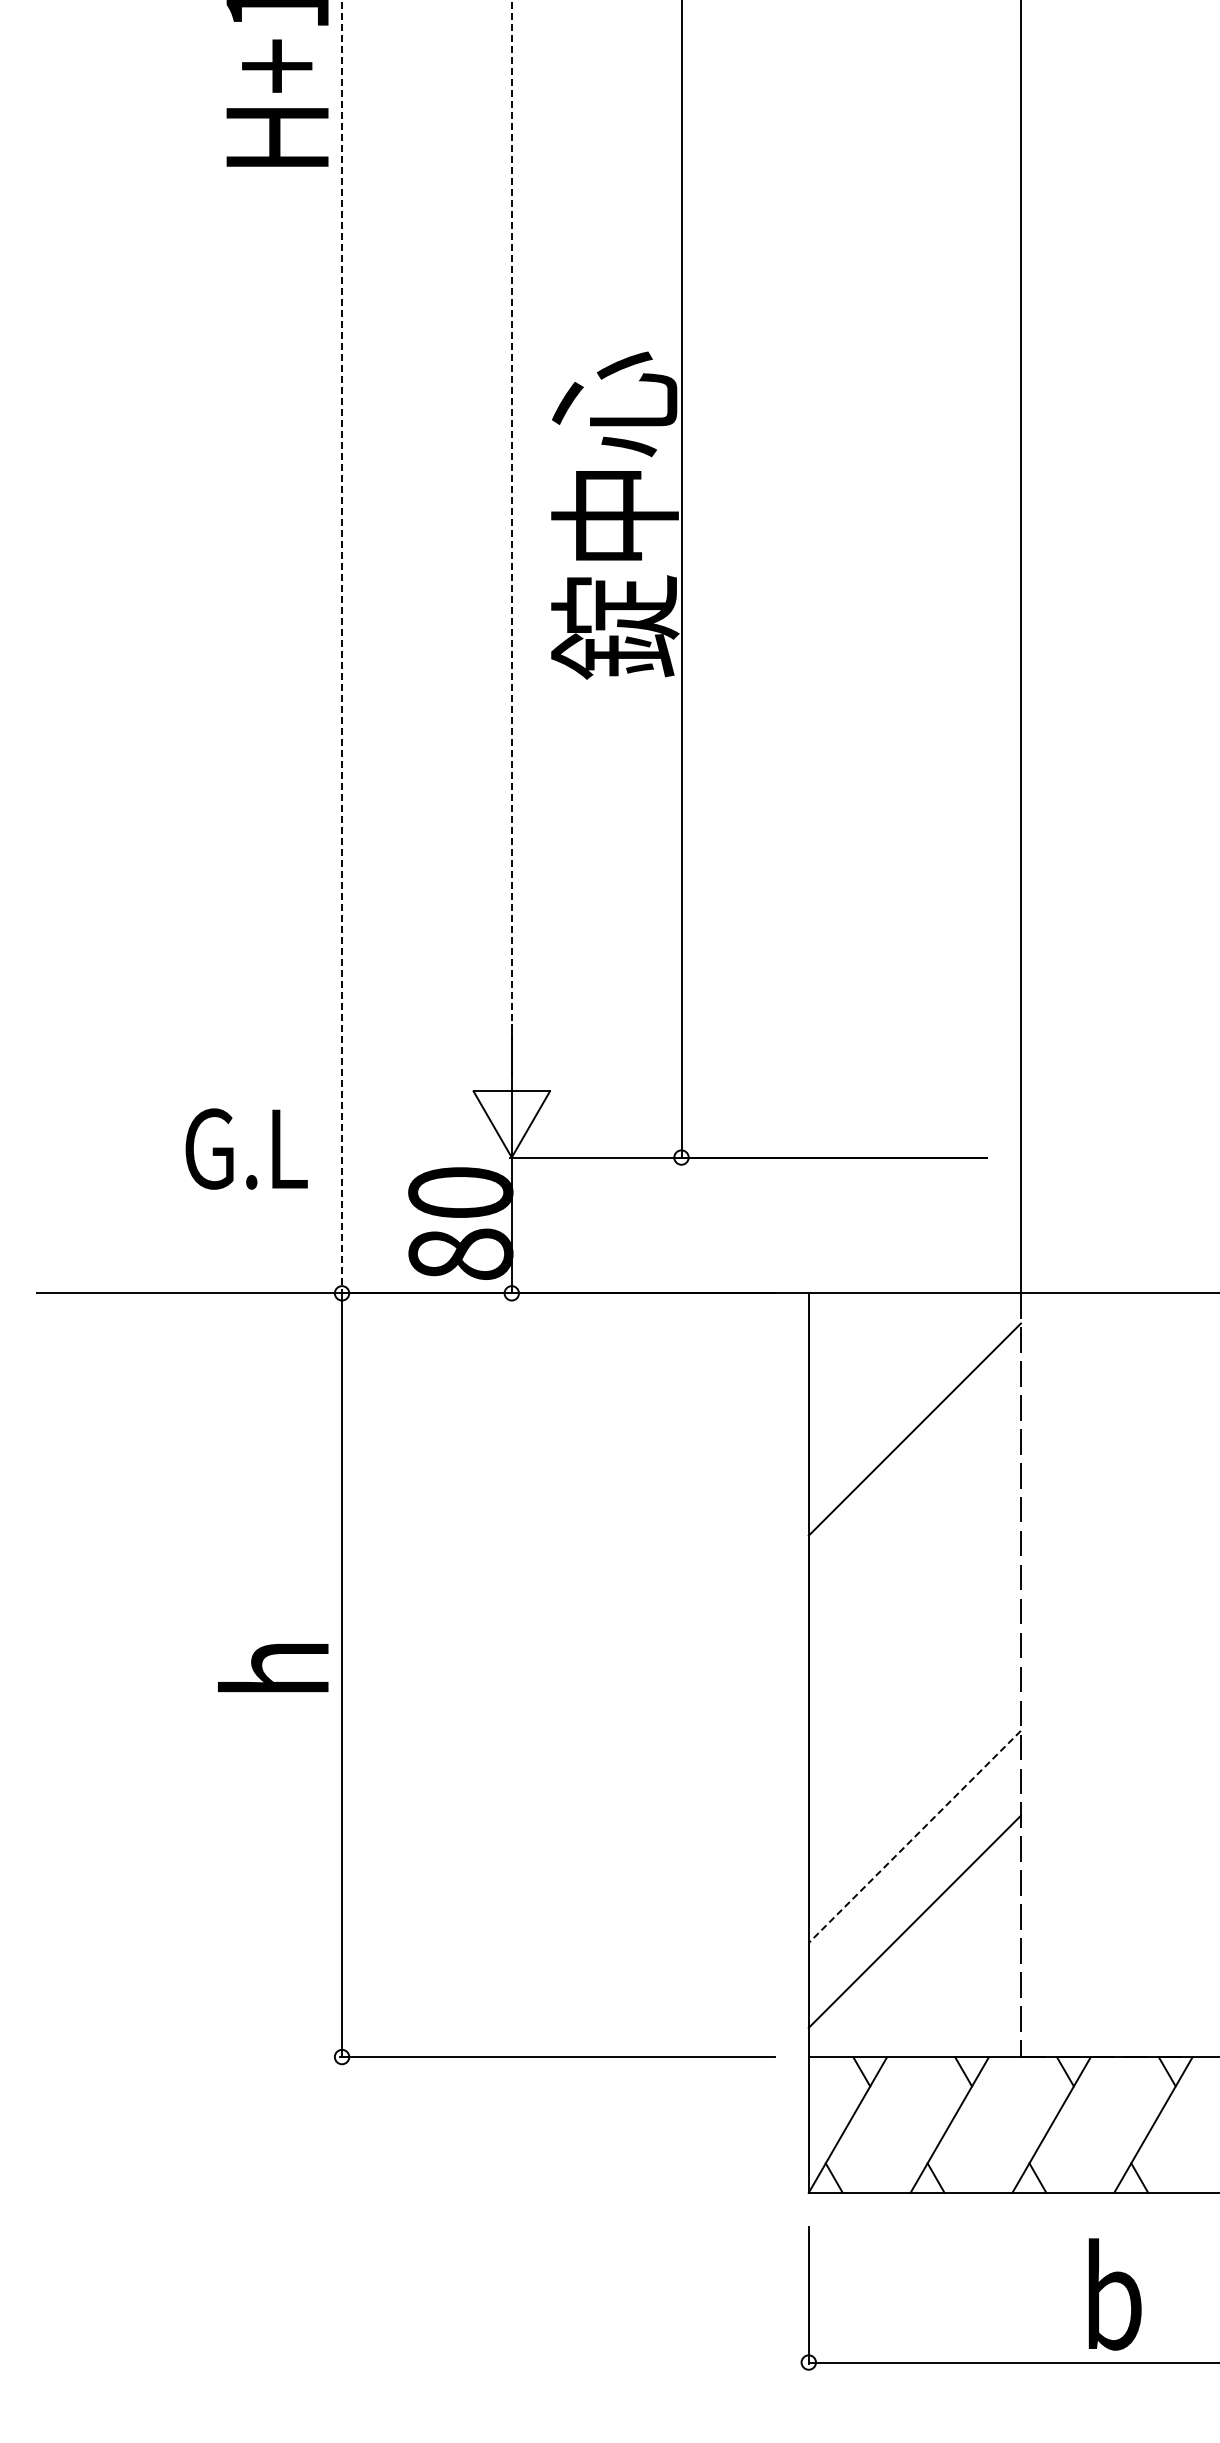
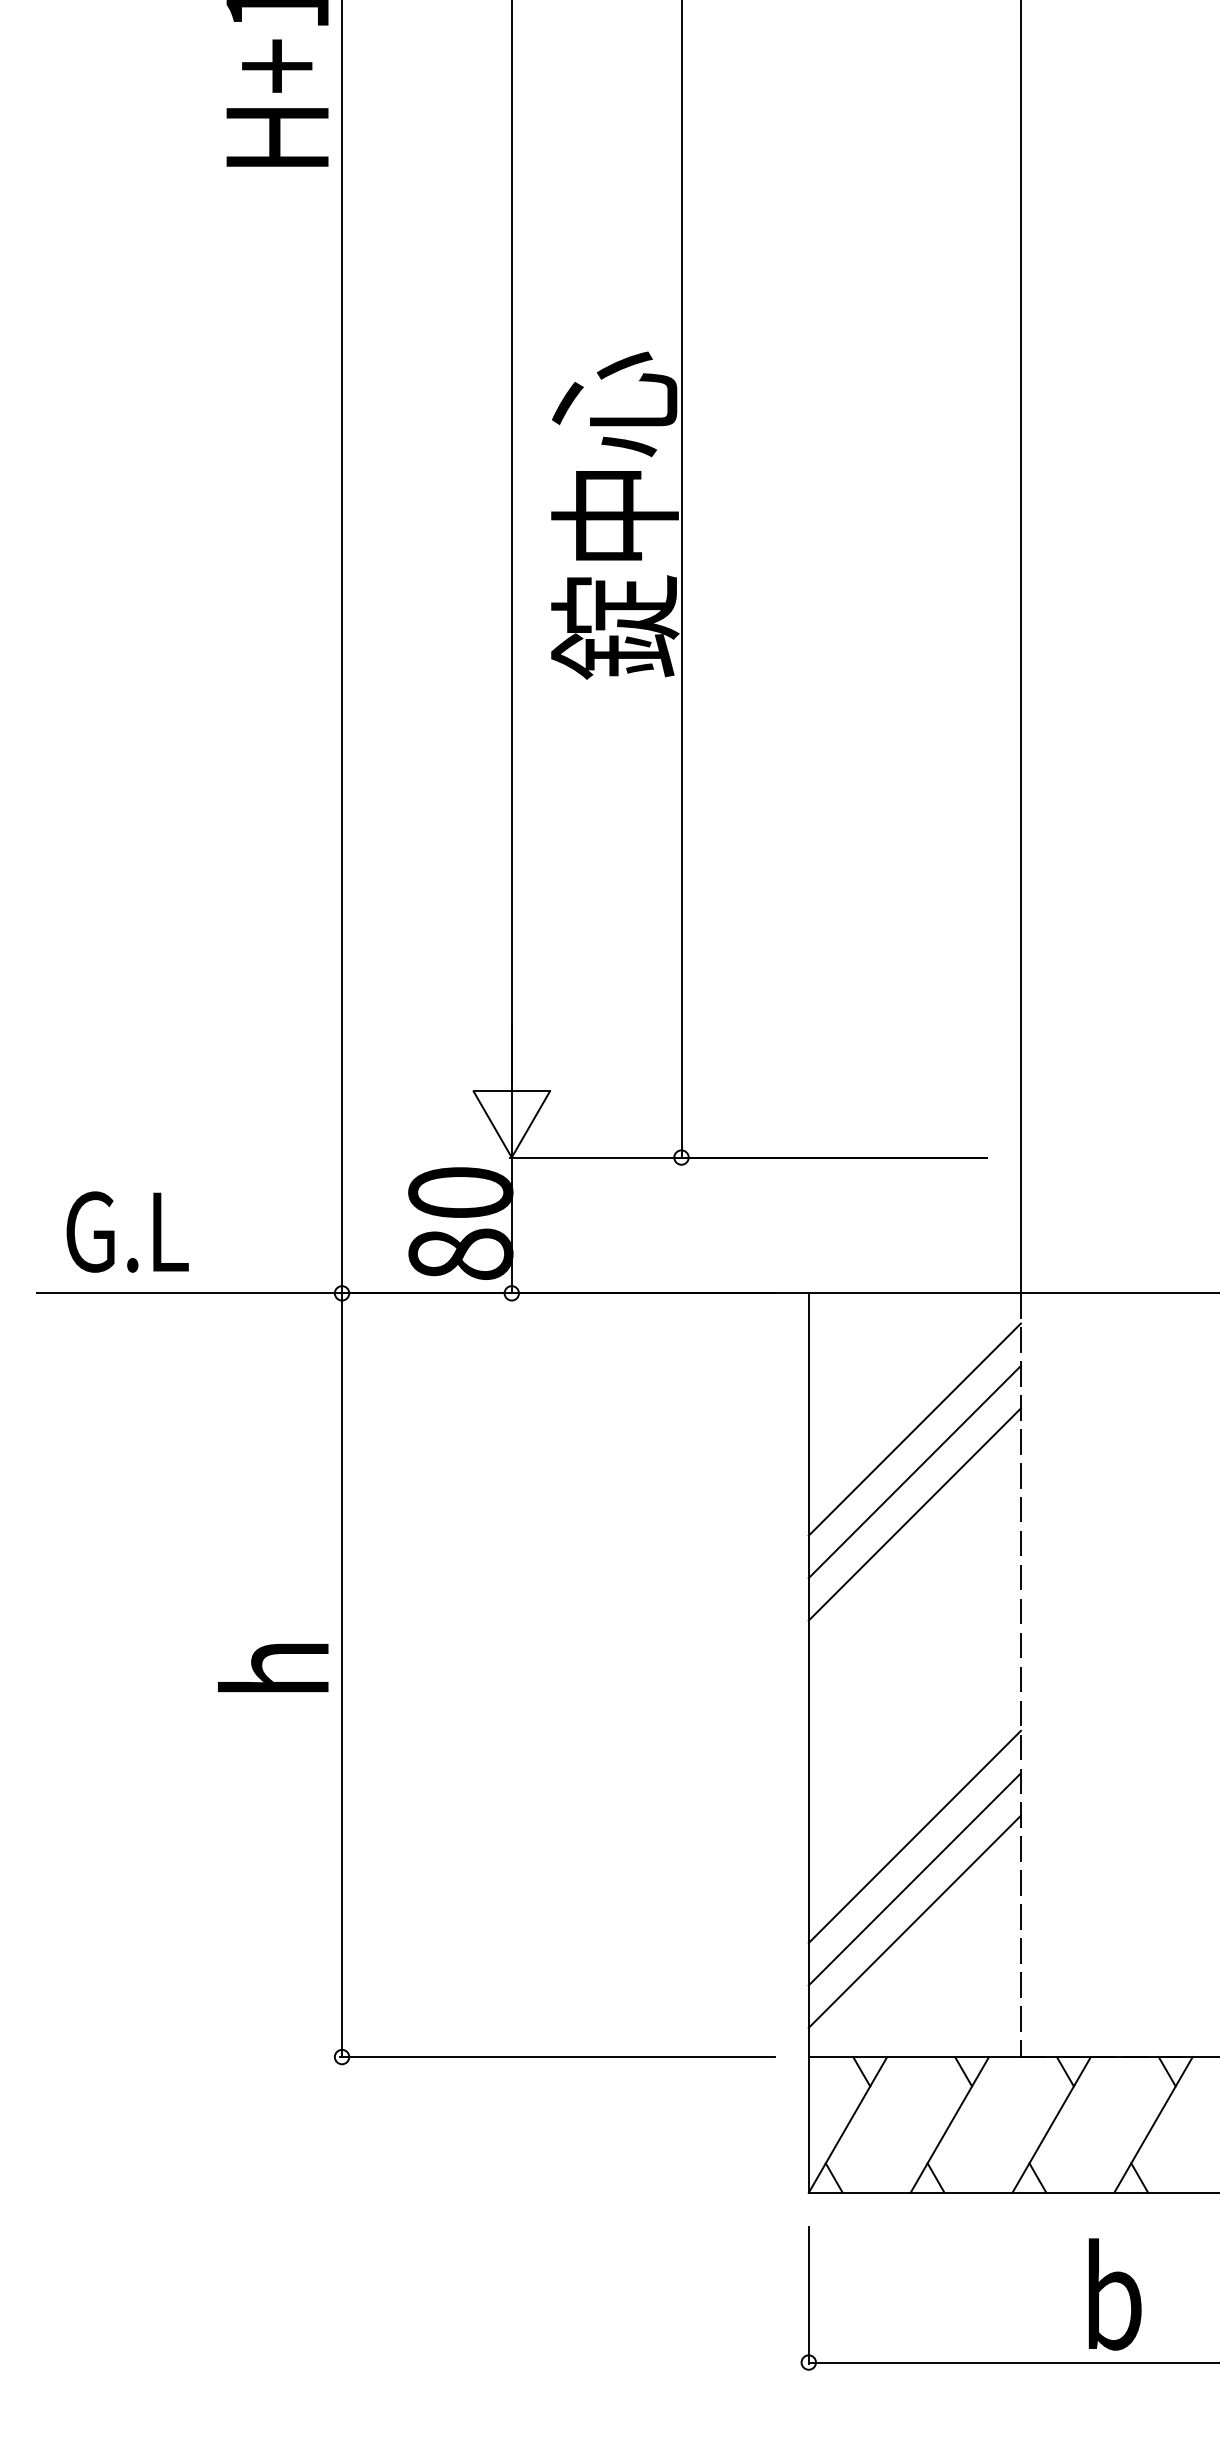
line at (511, 541): dashed -> solid
line at (342, 647): dashed -> solid
text at (246, 1148) position: (246, 1148) -> (127, 1231)
line at (914, 1471): none -> present
line at (914, 1514): none -> present
line at (914, 1837): dashed -> solid
line at (914, 1879): none -> present
